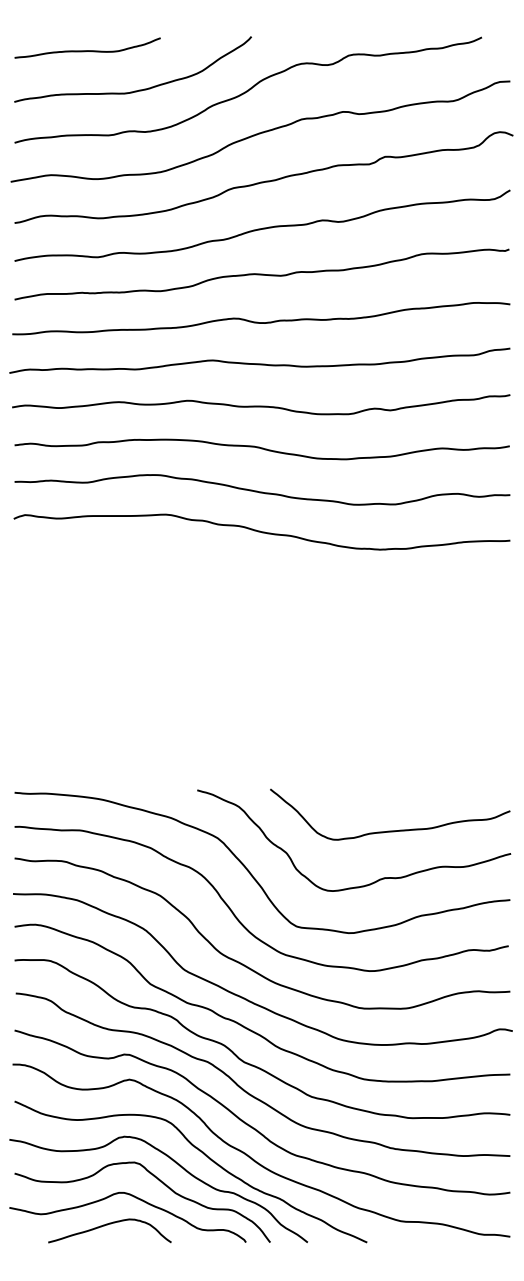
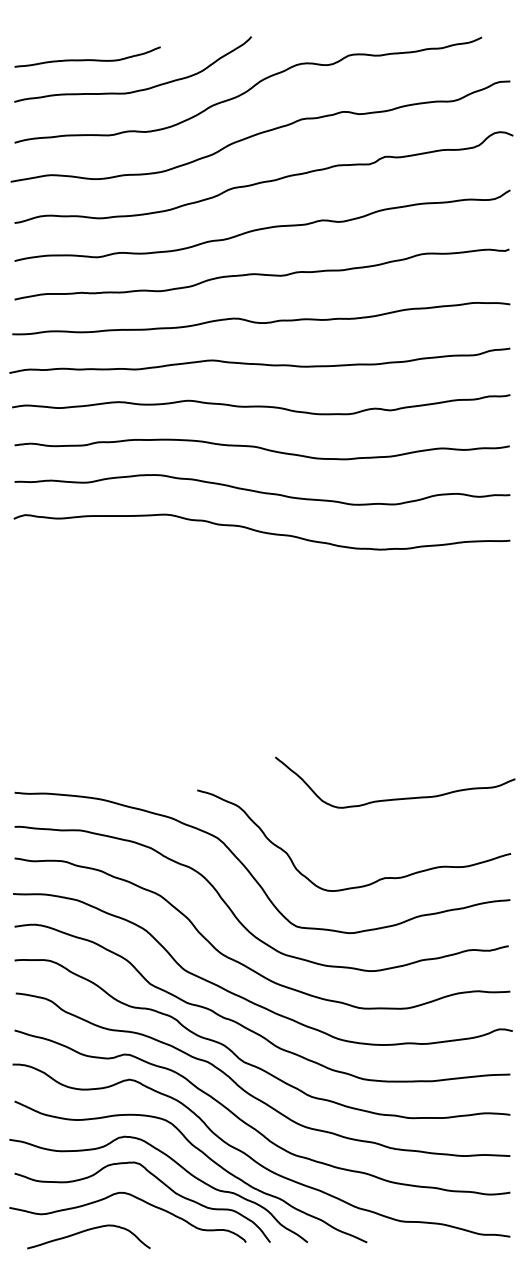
curve at (87, 50) position: (87, 50) -> (87, 59)
curve at (390, 830) position: (390, 830) -> (395, 798)
curve at (107, 1225) position: (107, 1225) -> (86, 1231)
